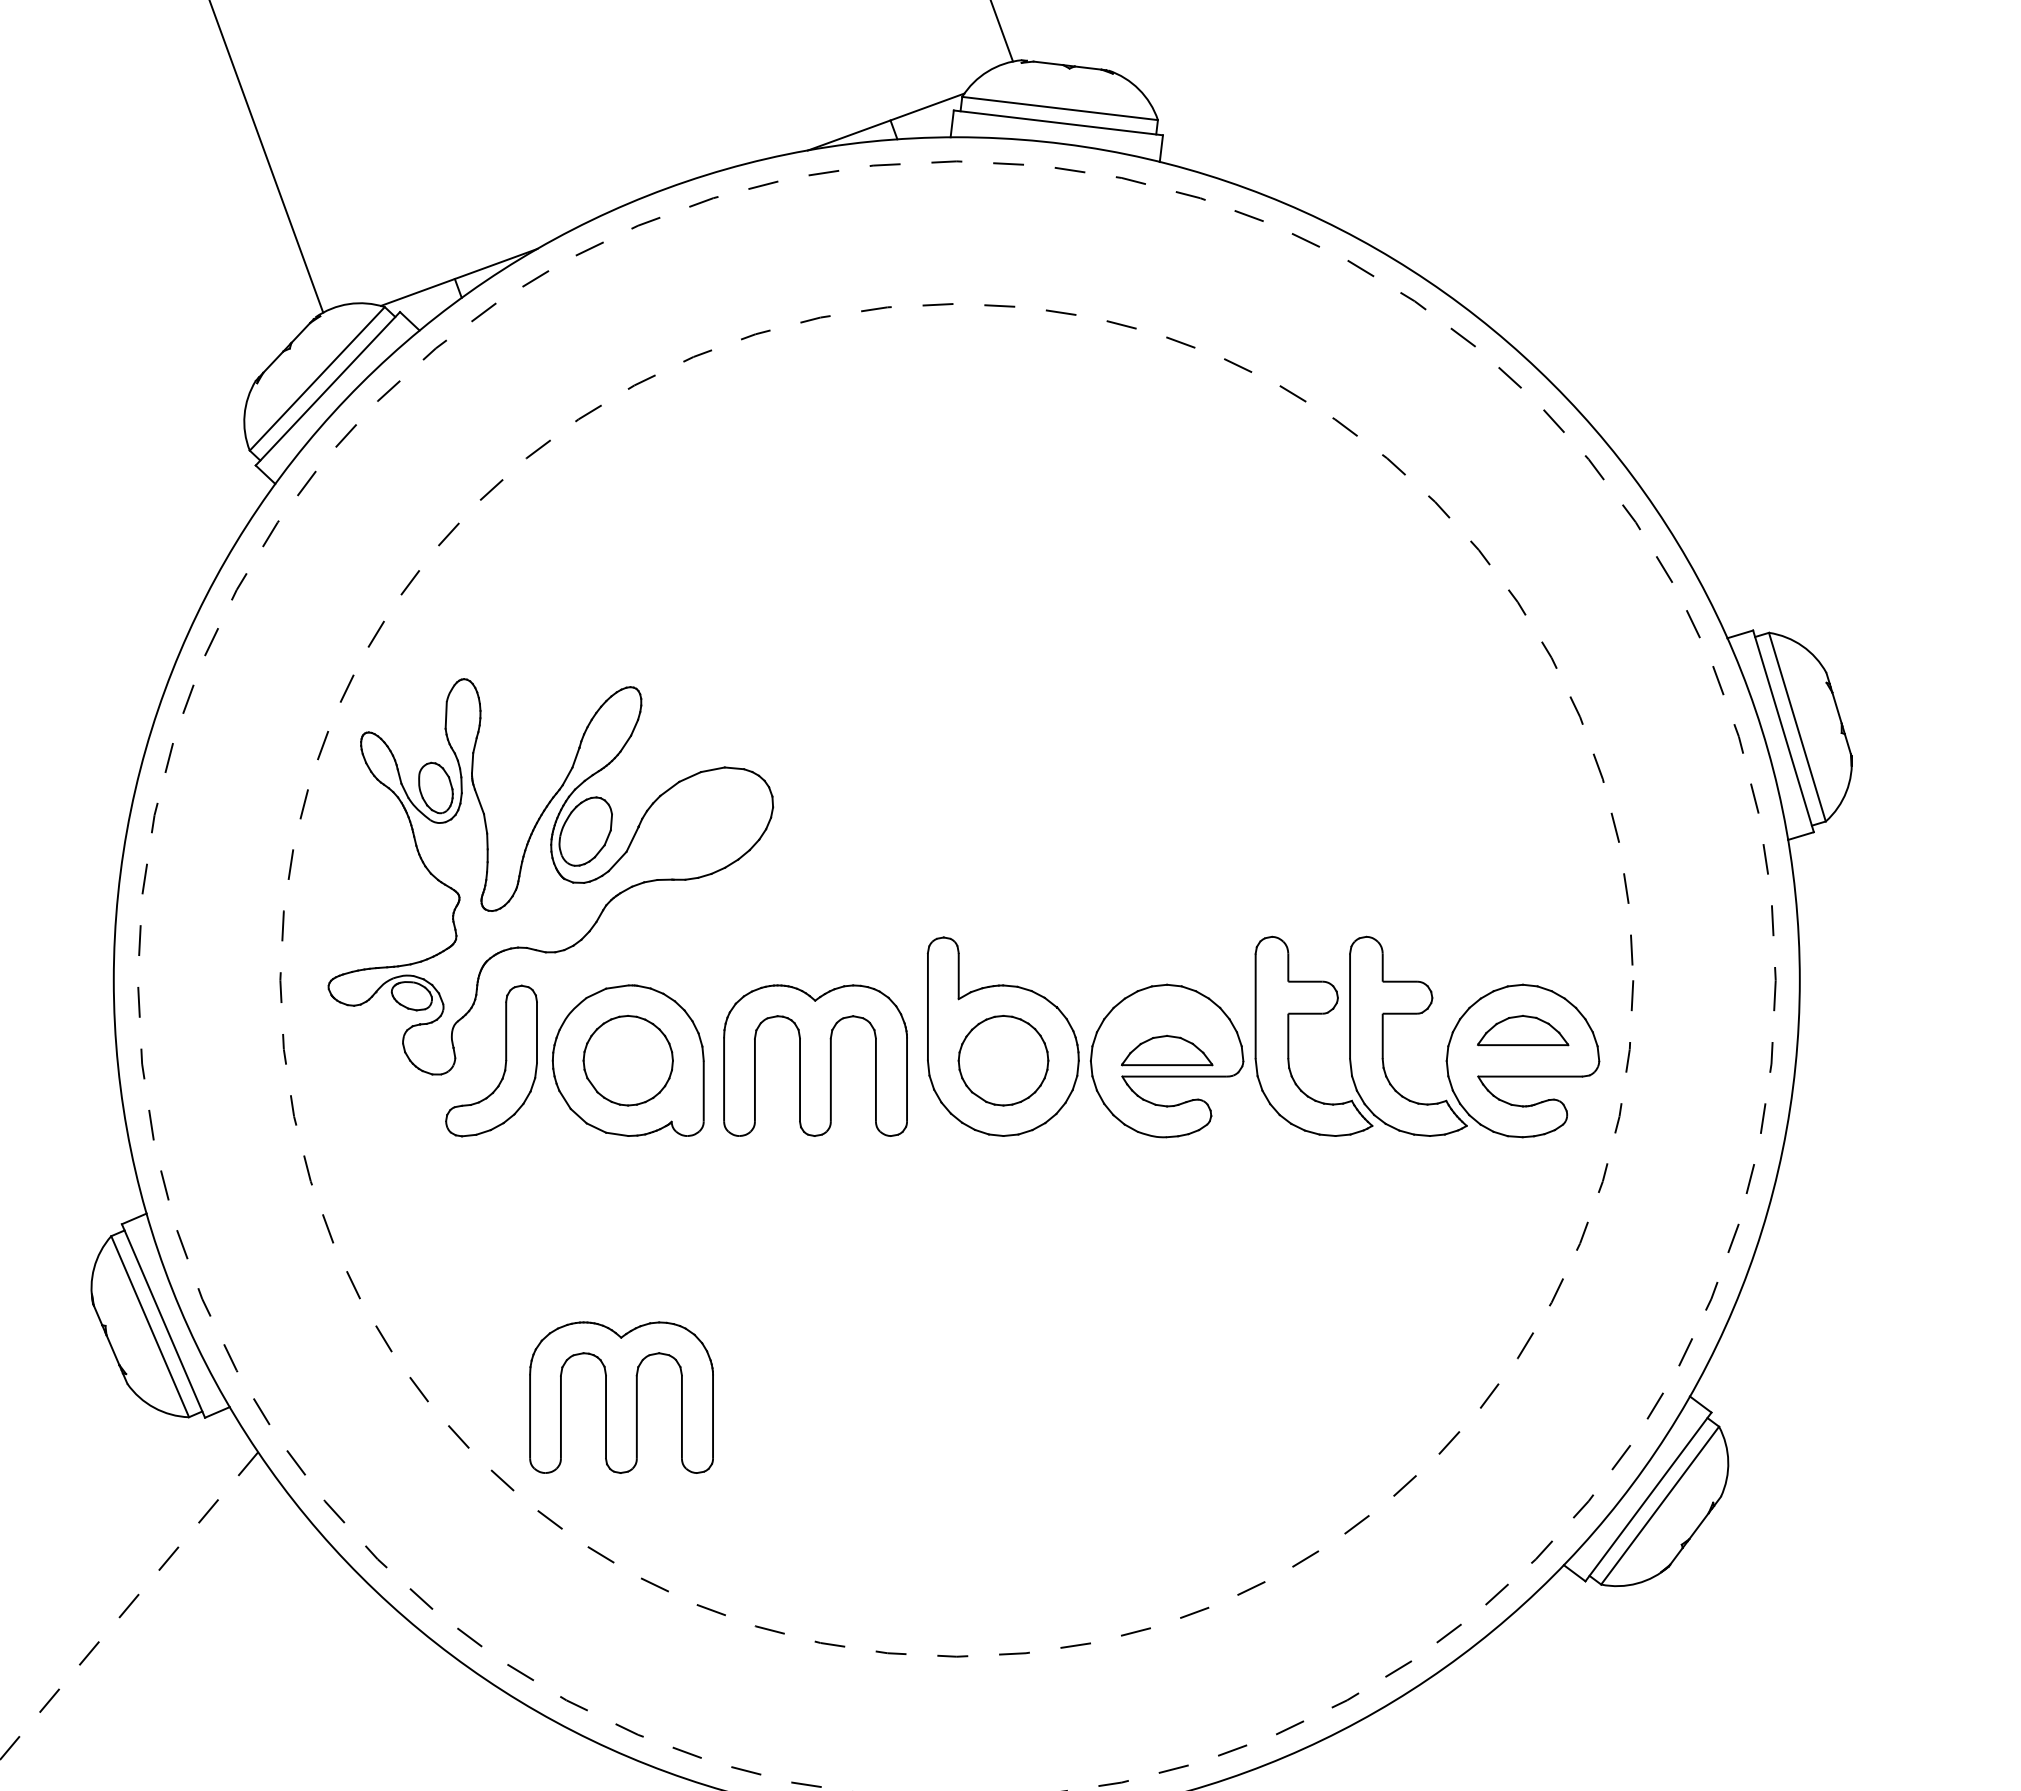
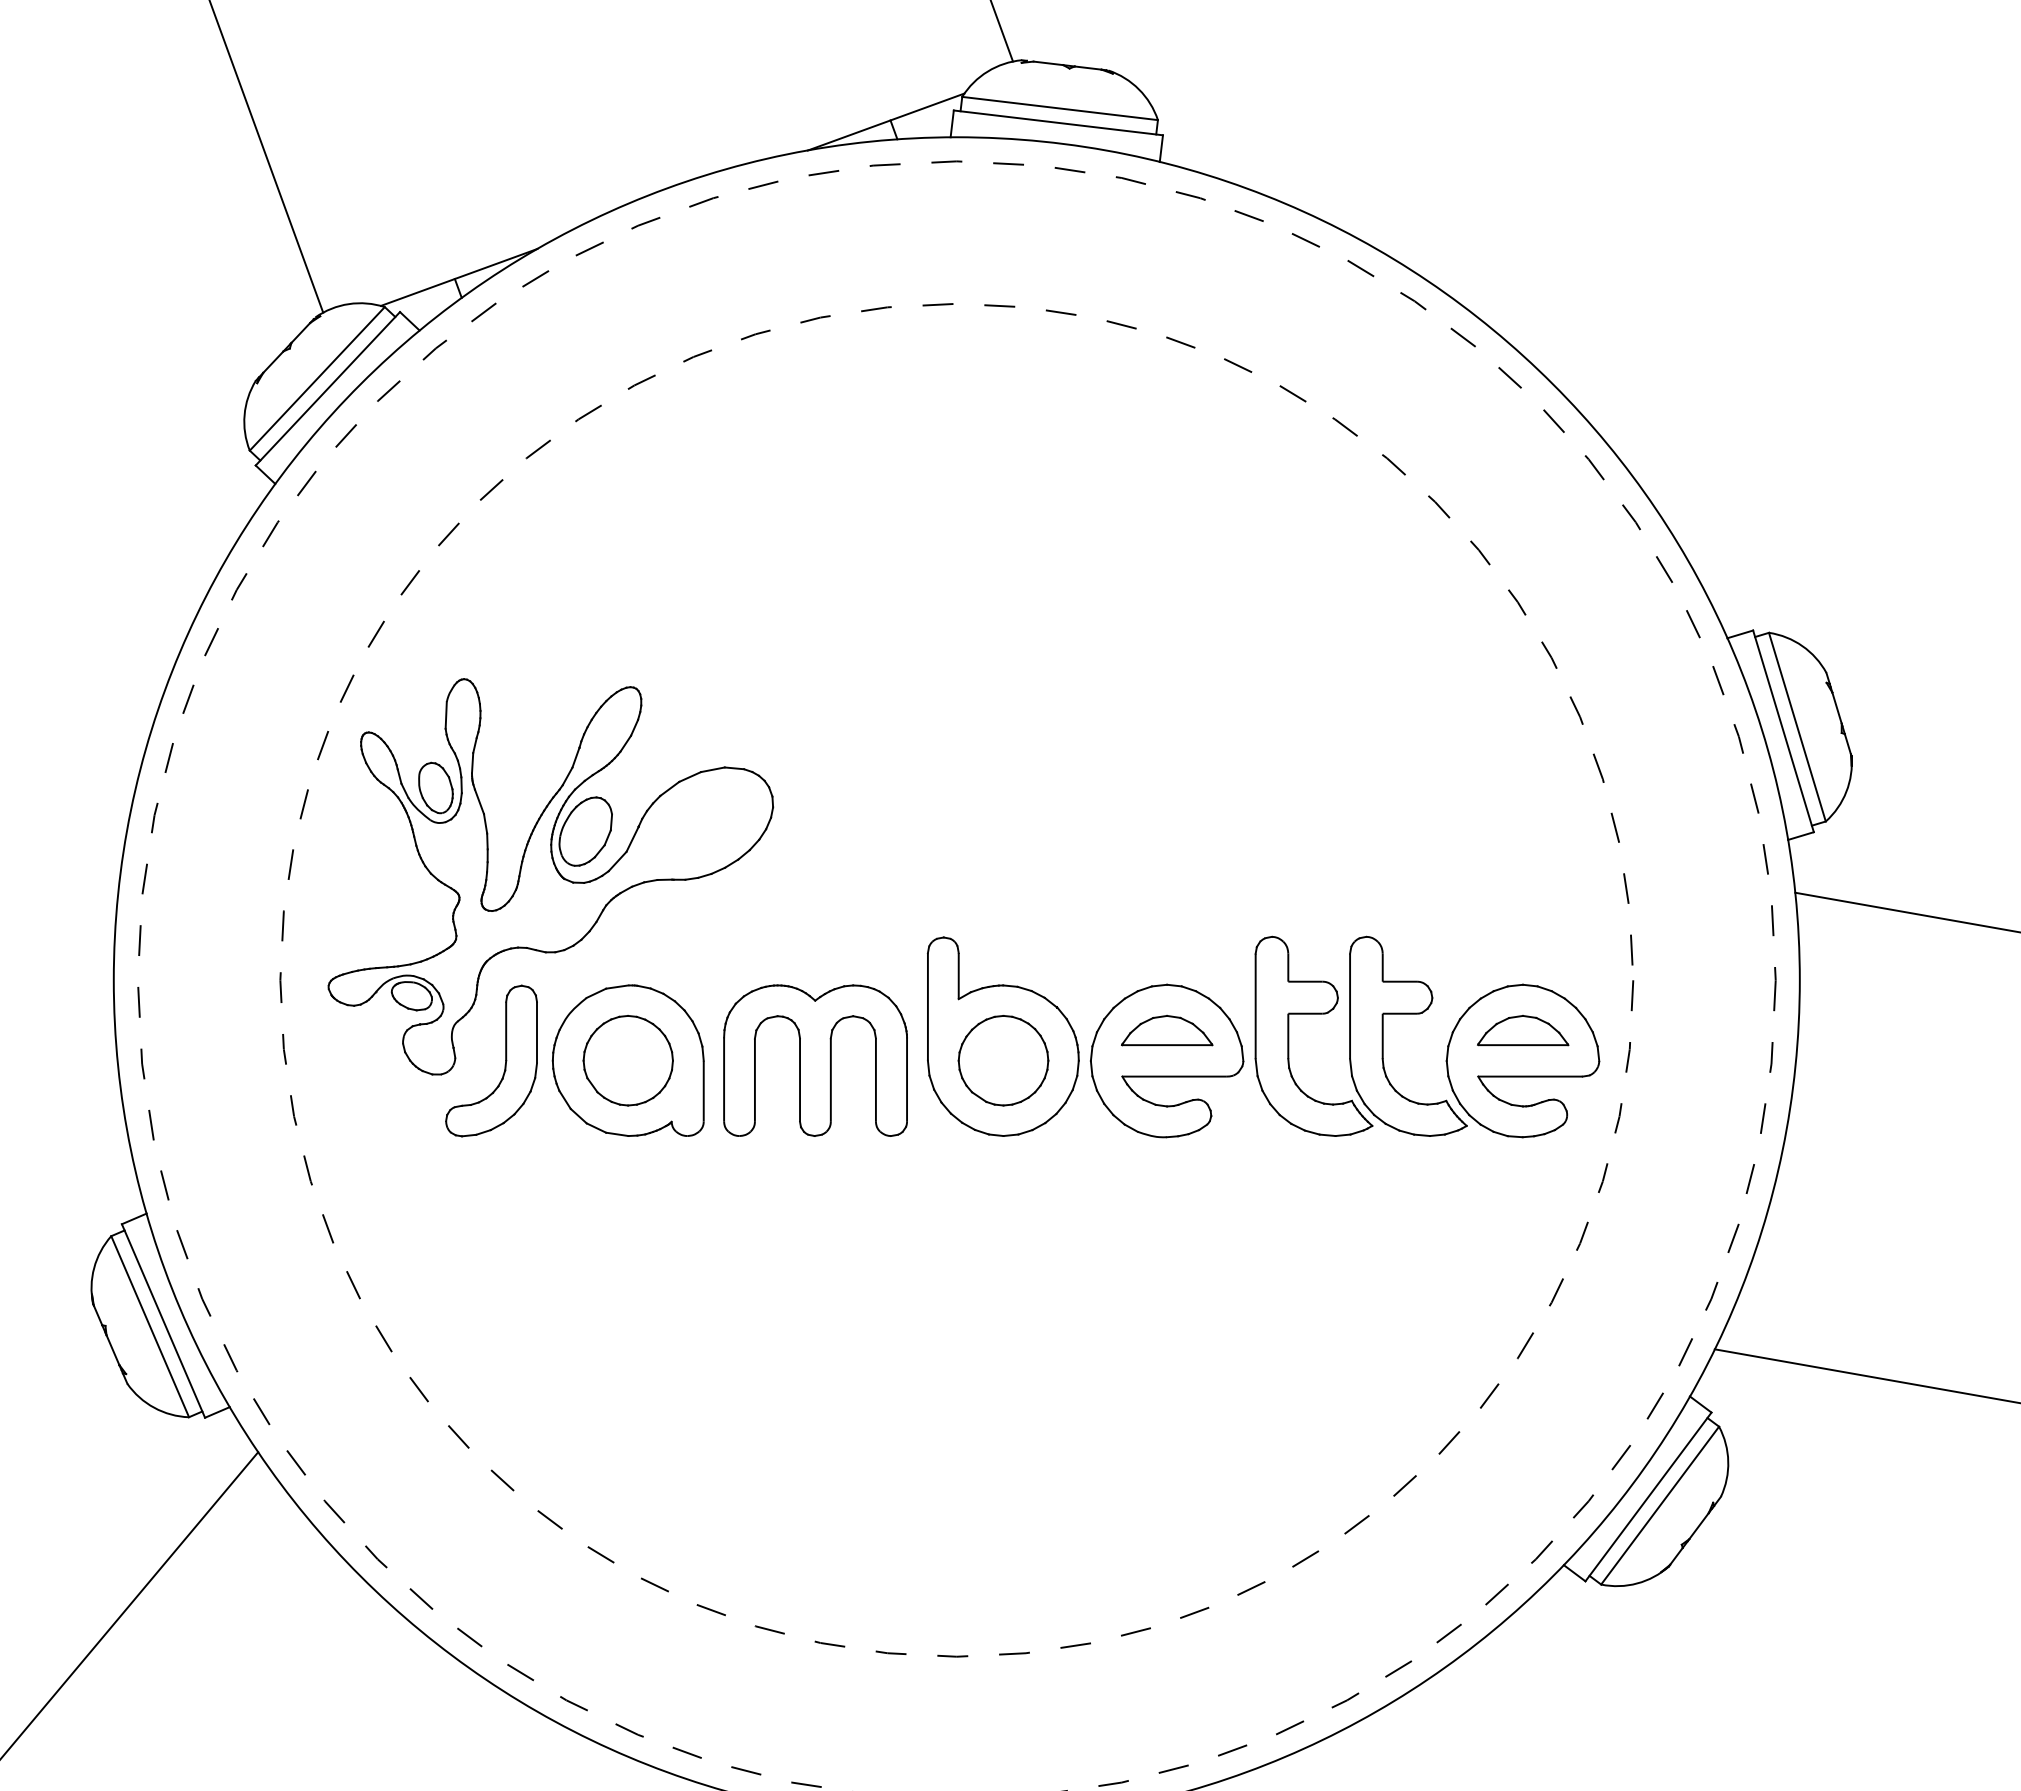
line at (1906, 912): none -> present
part at (1167, 1050) position: (1167, 1050) -> (1167, 1030)
line at (1865, 1375): none -> present
part at (621, 1397): present -> none
line at (129, 1606): dashed -> solid
